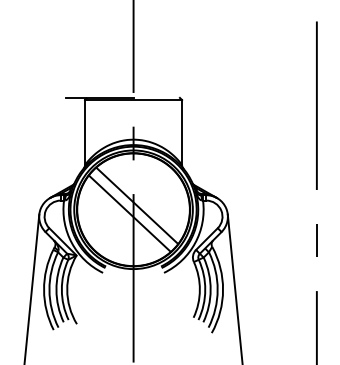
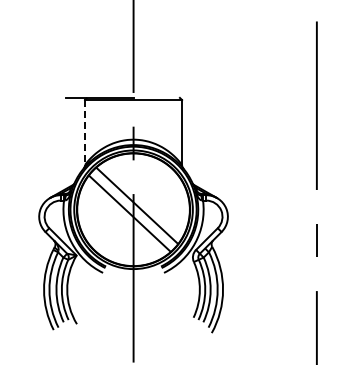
line at (85, 132): solid -> dashed
line at (31, 287): present -> none
line at (234, 287): present -> none
